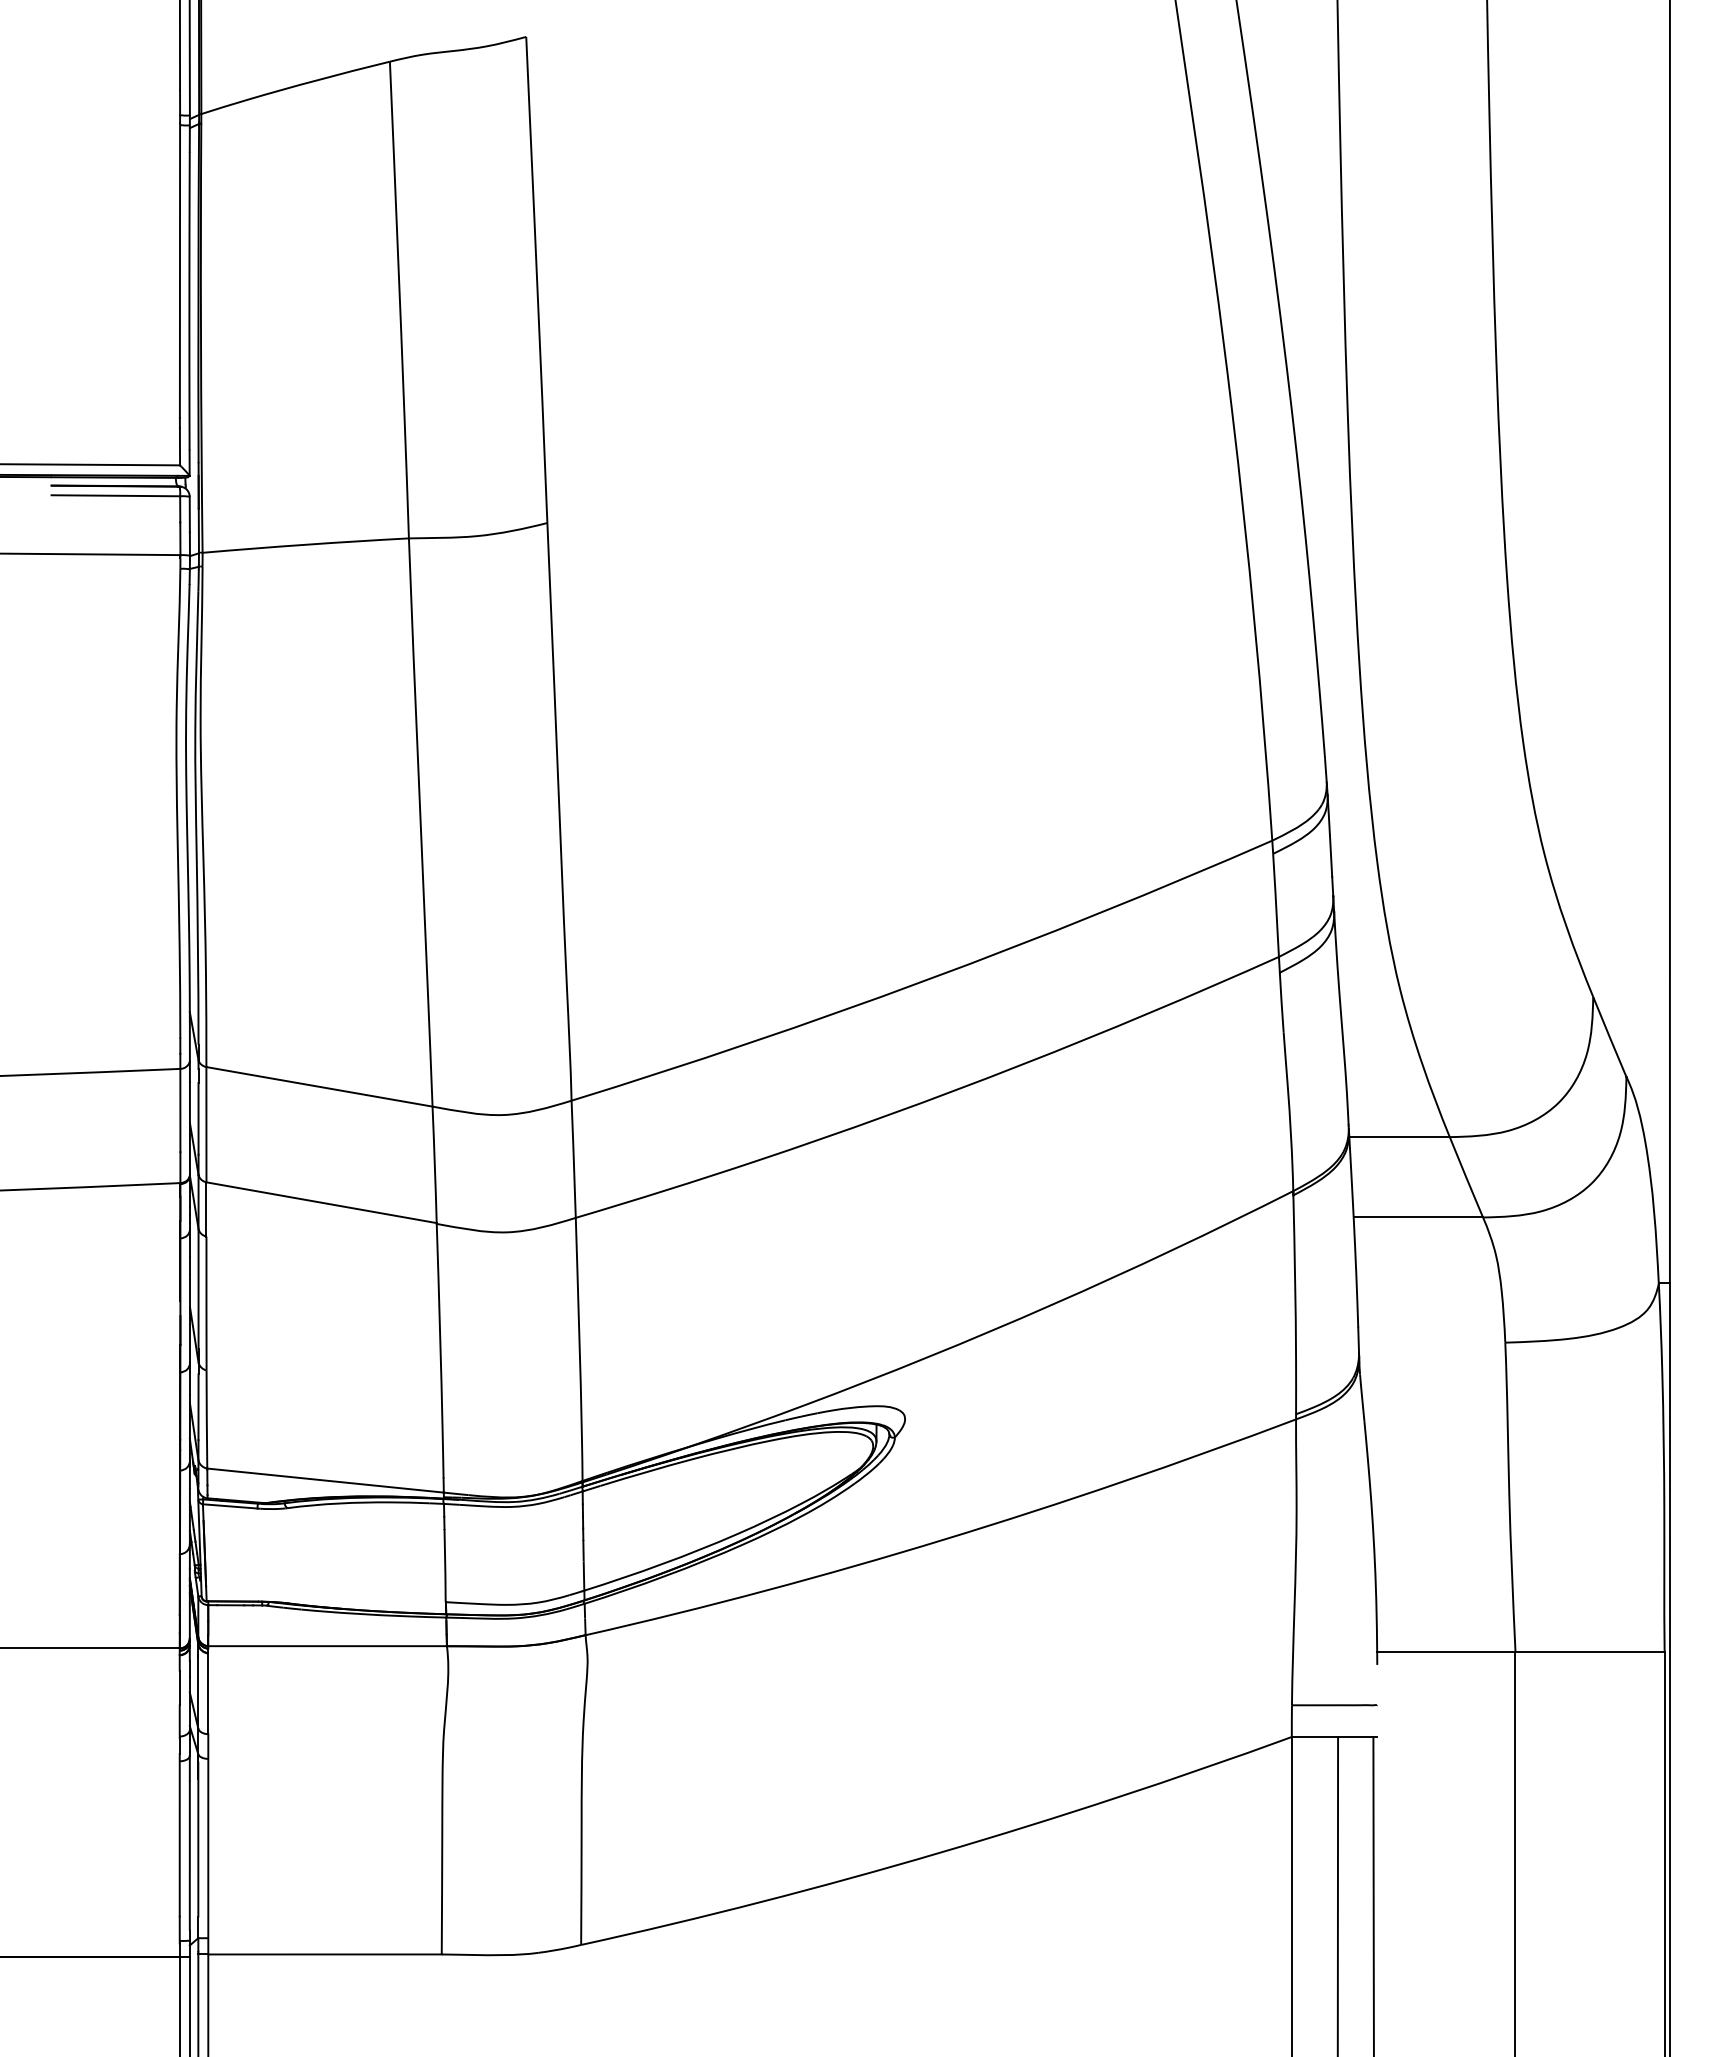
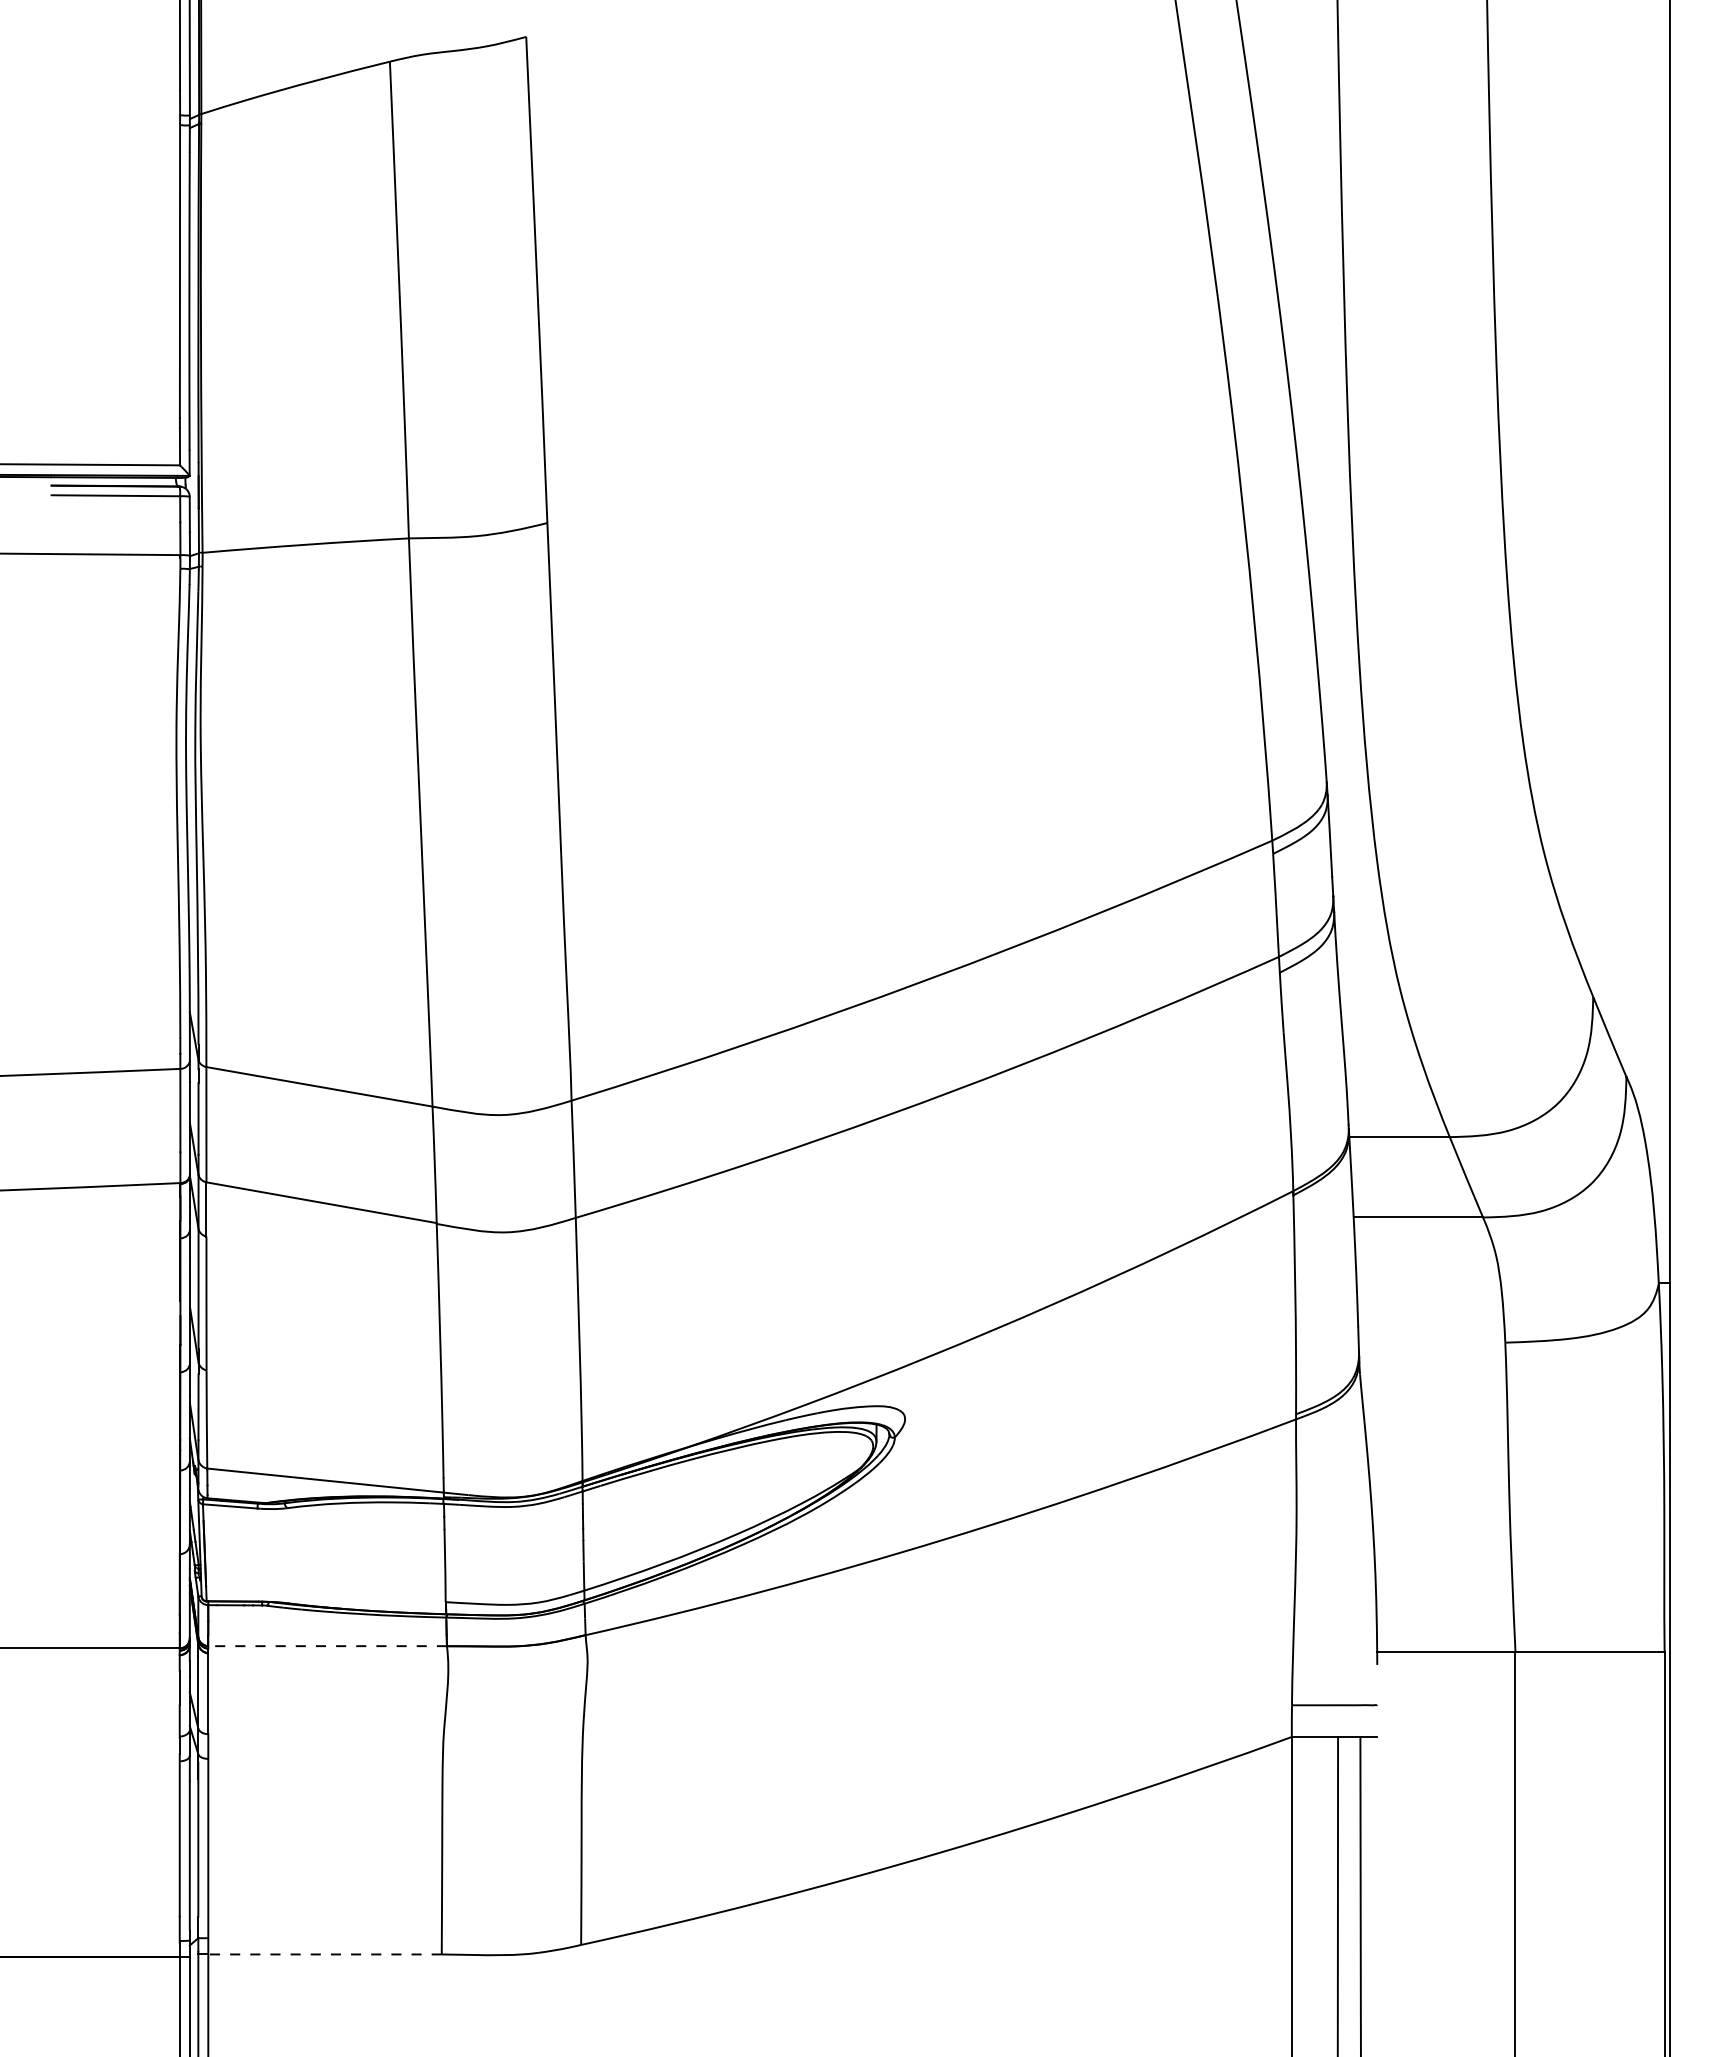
line at (327, 1646): solid -> dashed
line at (1373, 1894) position: (1373, 1894) -> (1360, 1894)
line at (325, 1954): solid -> dashed
